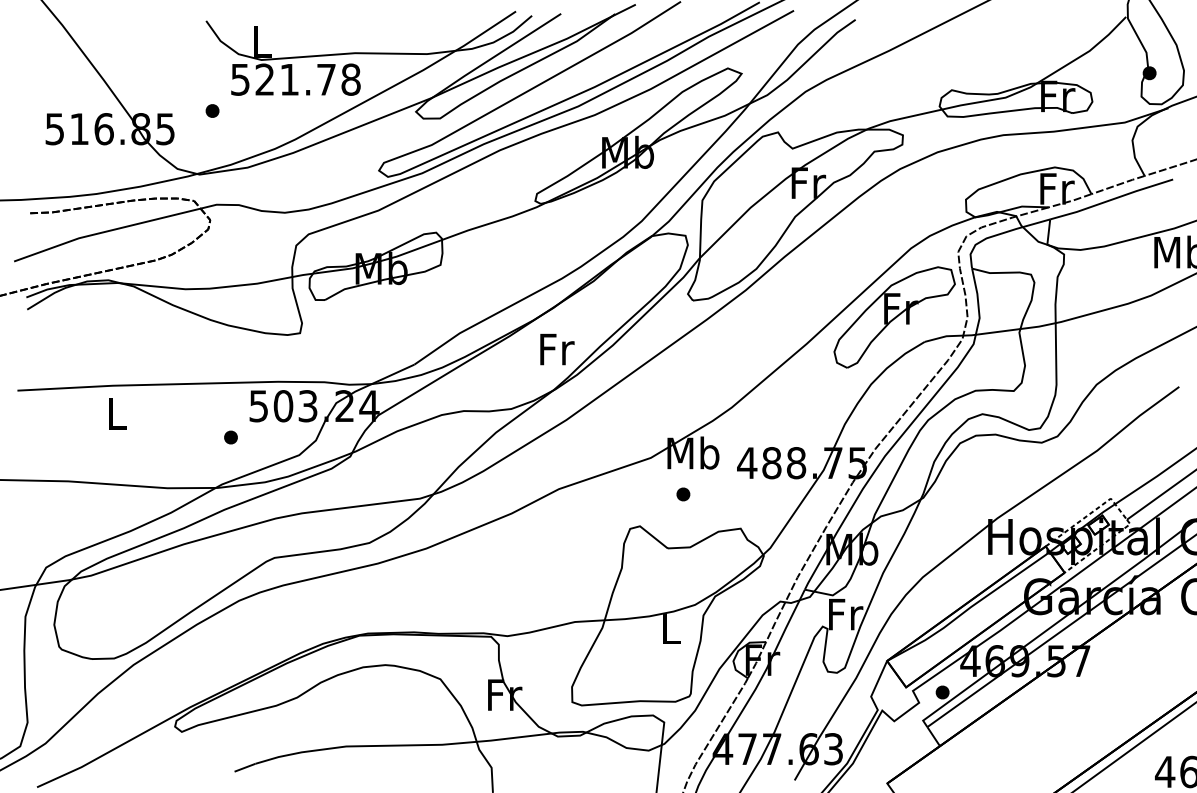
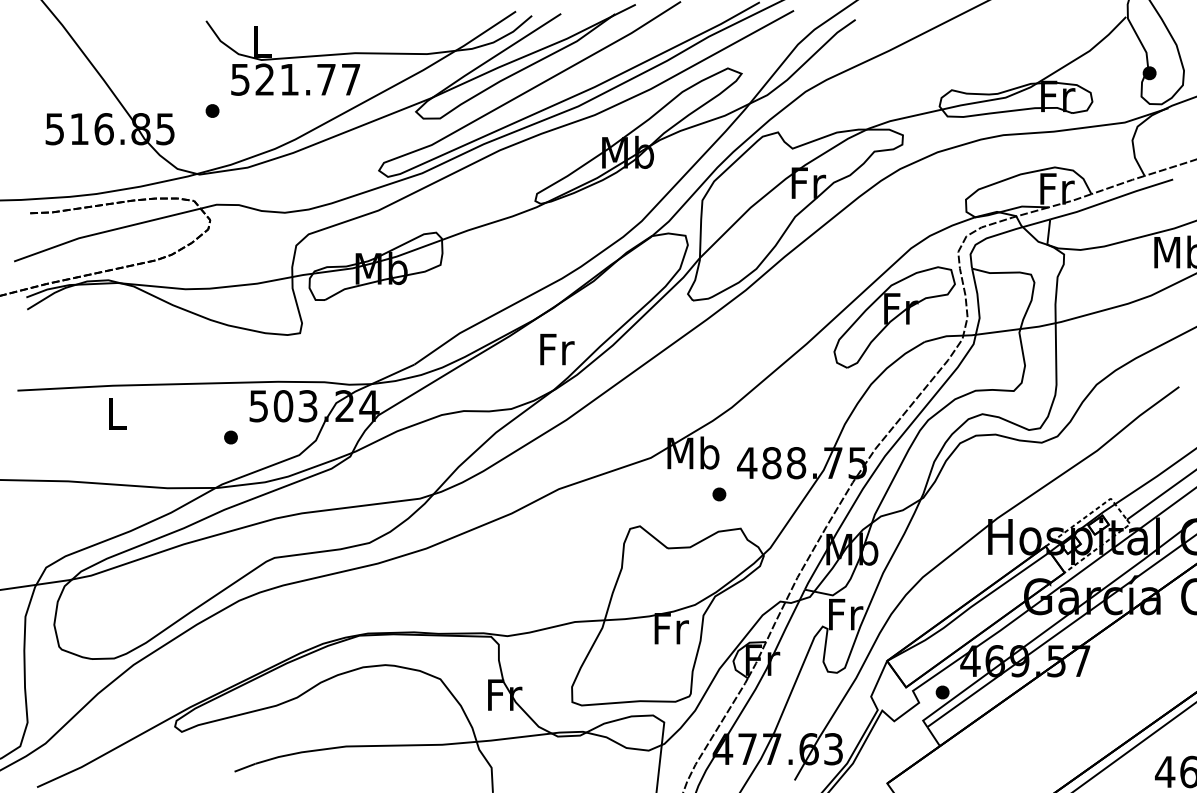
text at (350, 79): 521.78 -> 521.77
part at (683, 494) position: (683, 494) -> (719, 494)
text at (671, 628): L -> Fr
